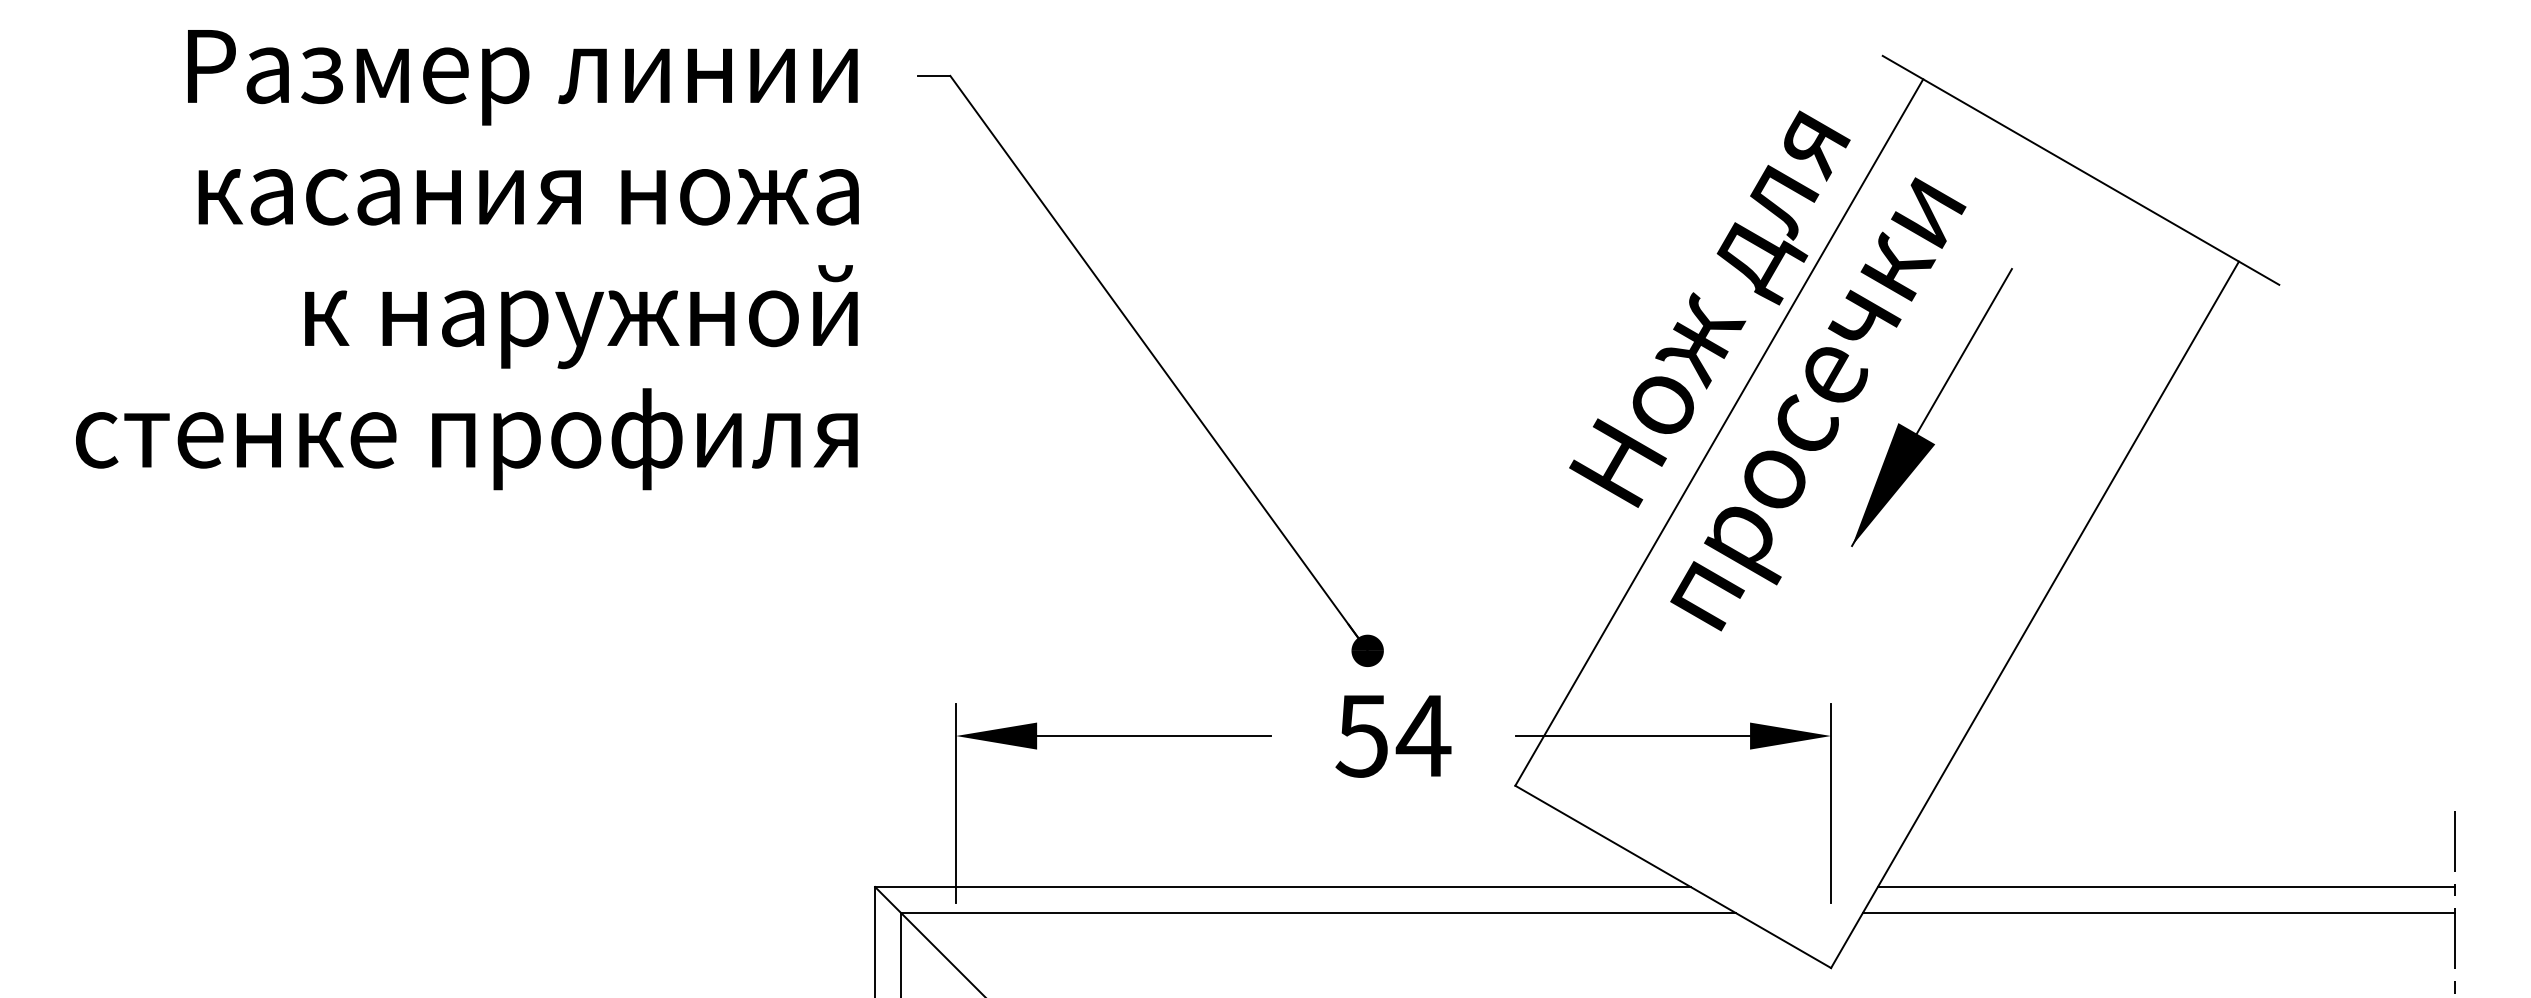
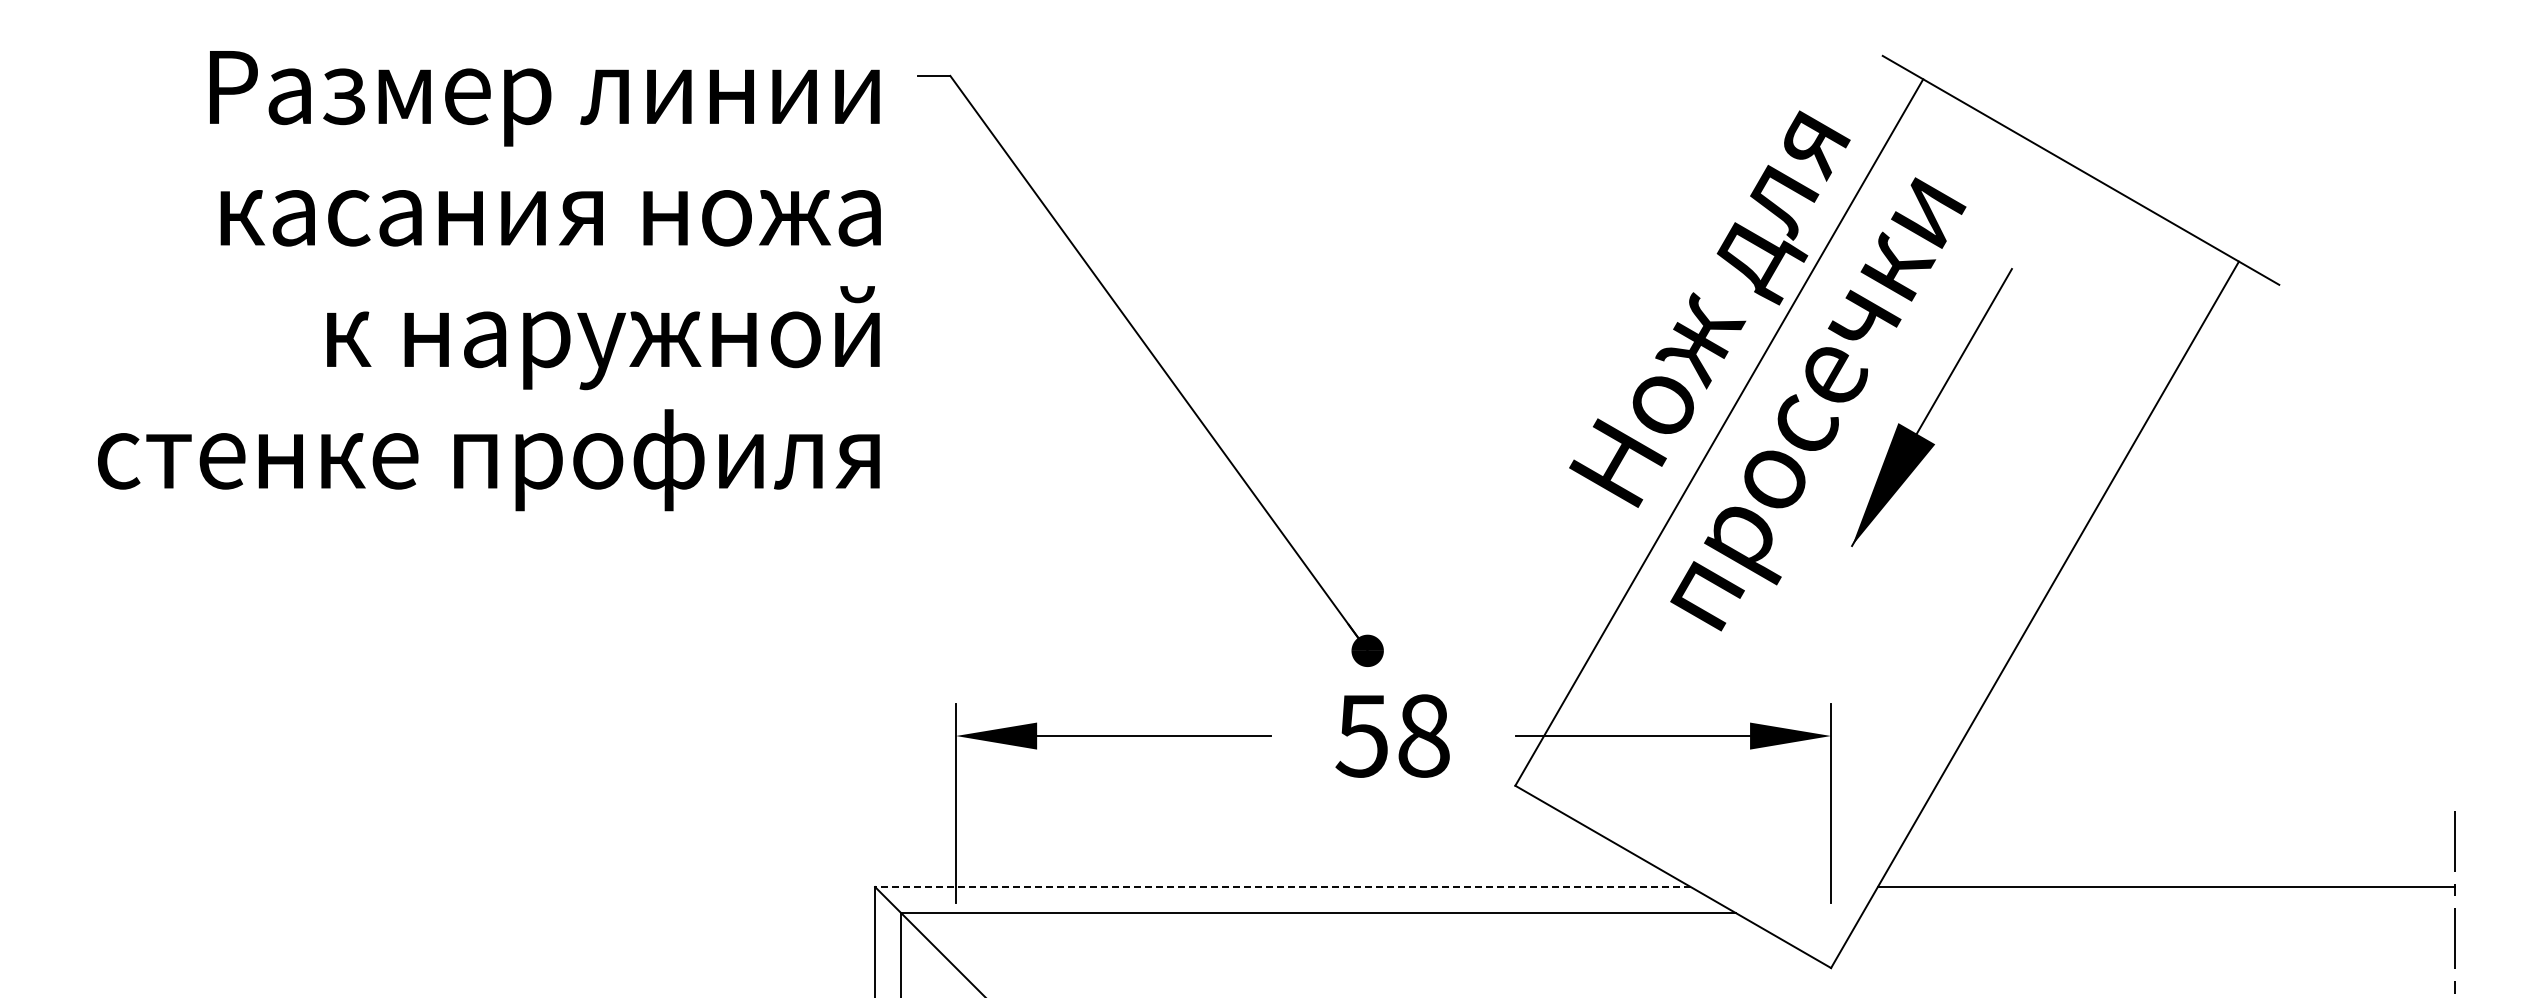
text at (467, 260) position: (467, 260) -> (489, 281)
text at (1423, 735): 54 -> 58
line at (1282, 887): solid -> dashed
line at (2158, 912): present -> none
